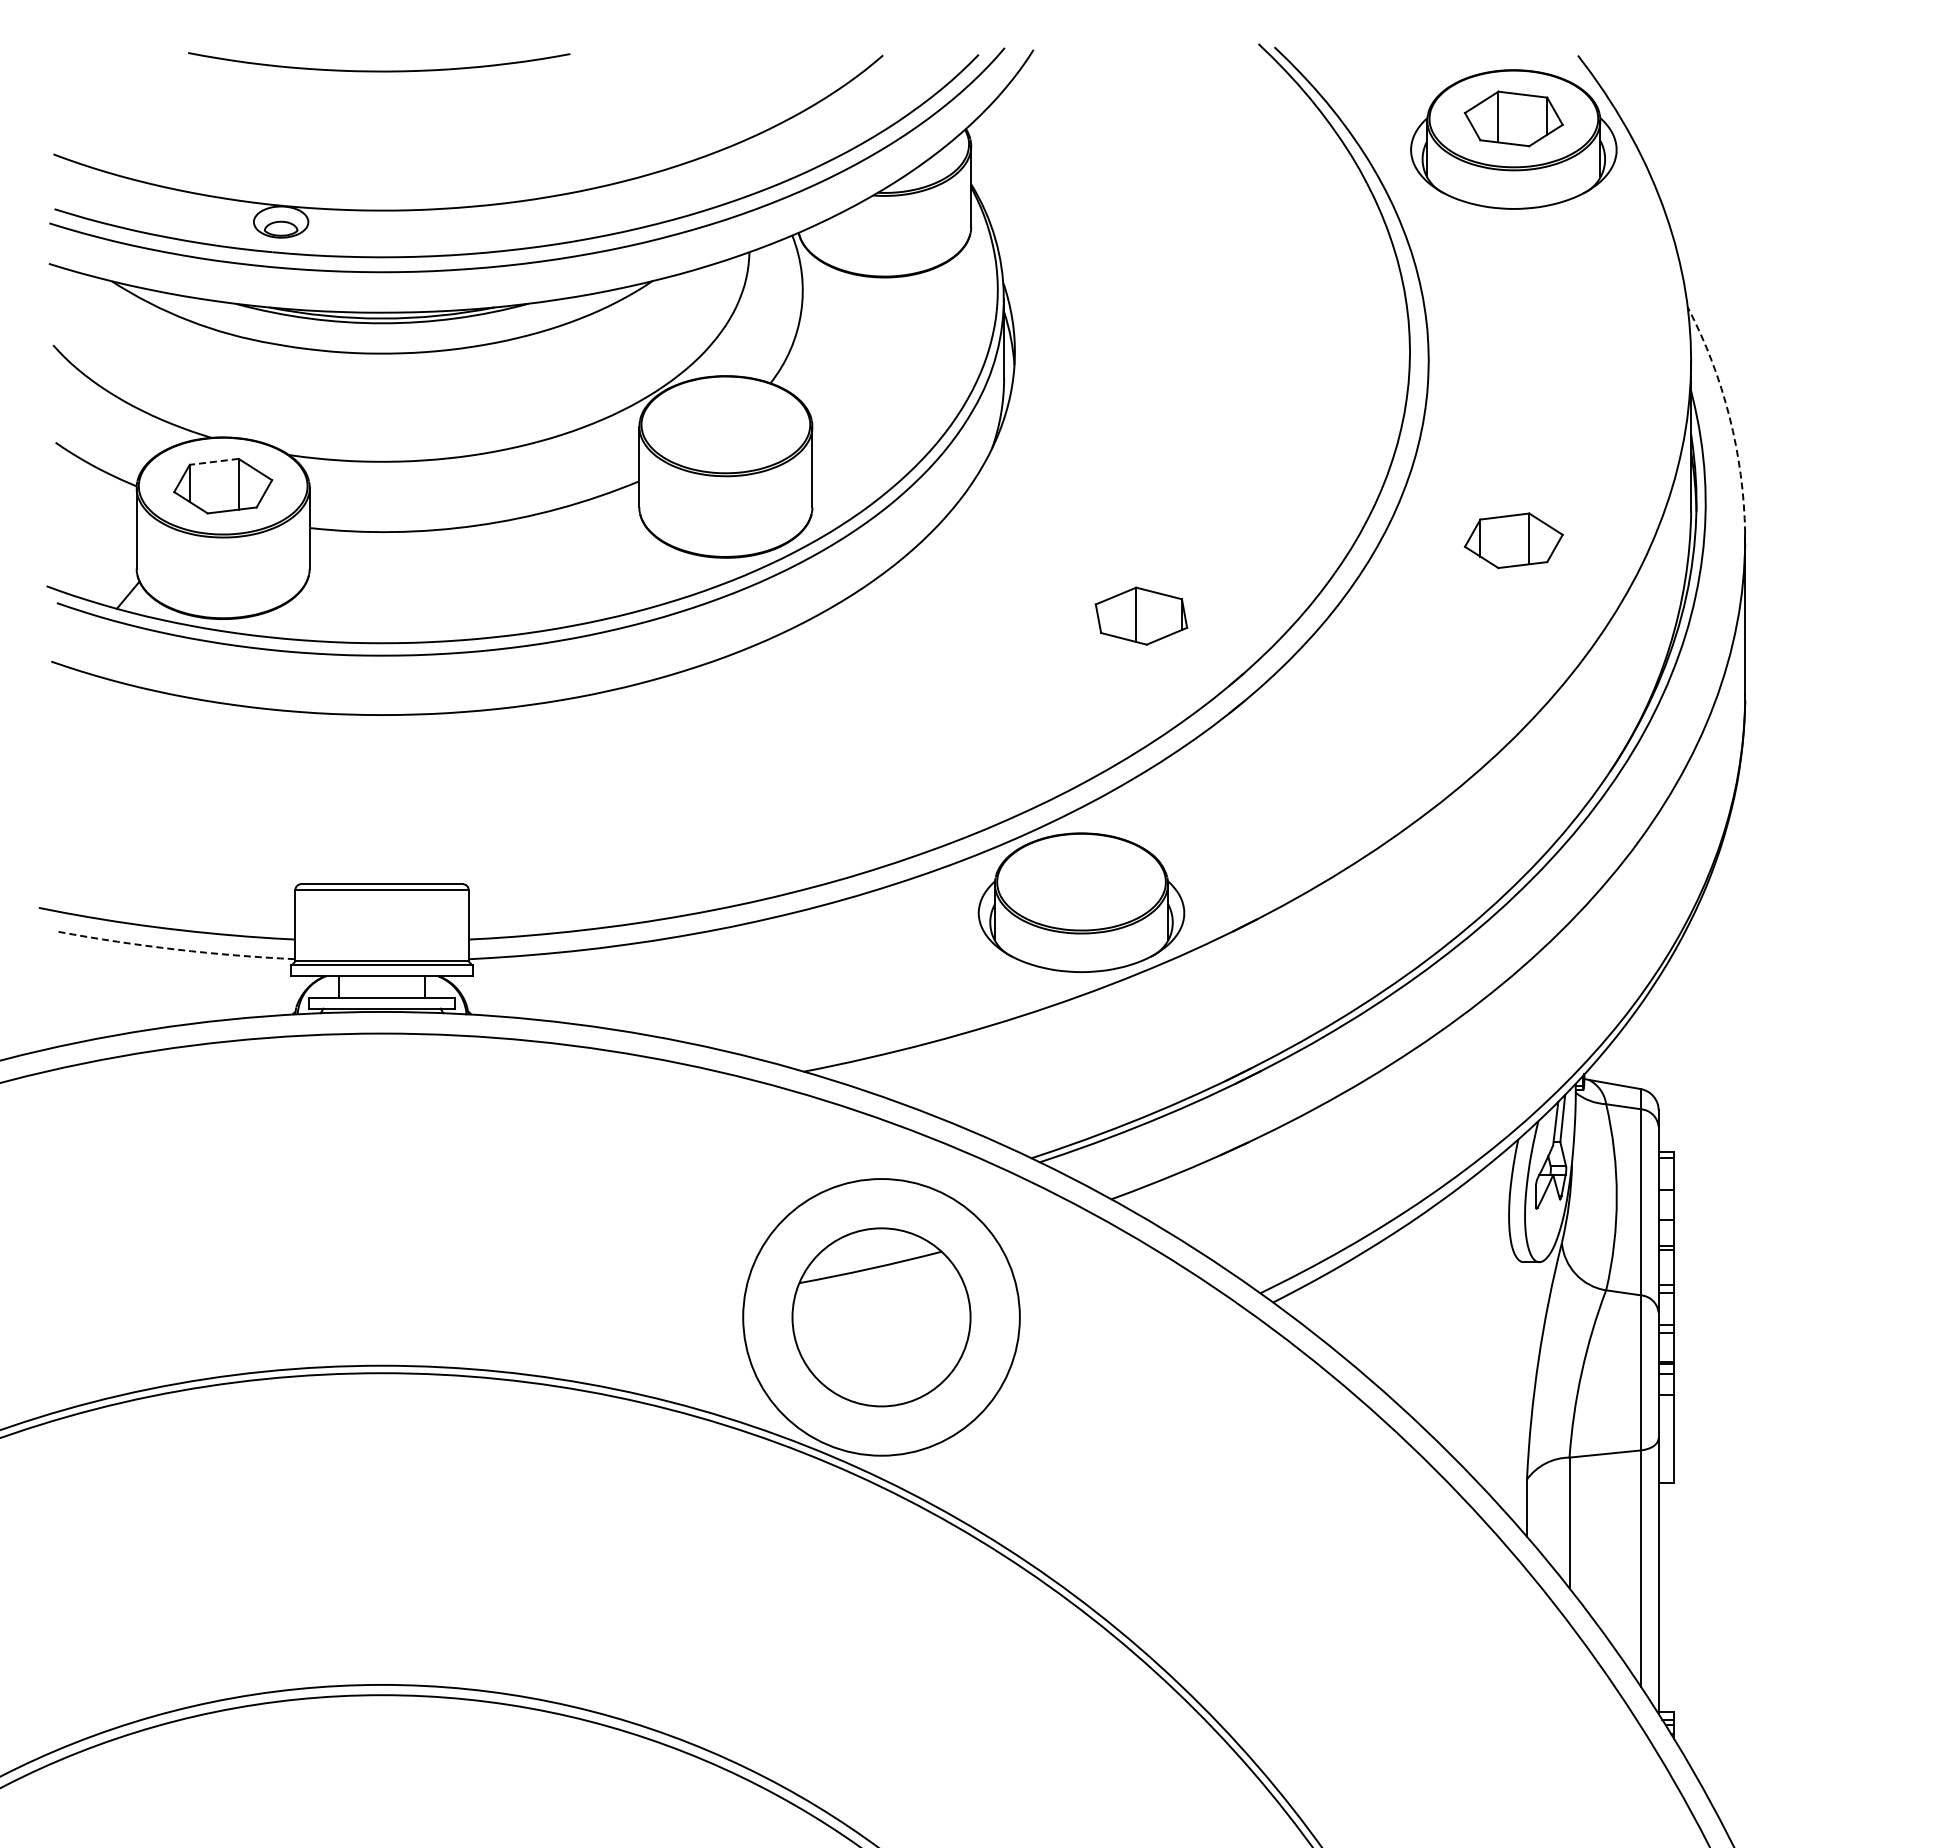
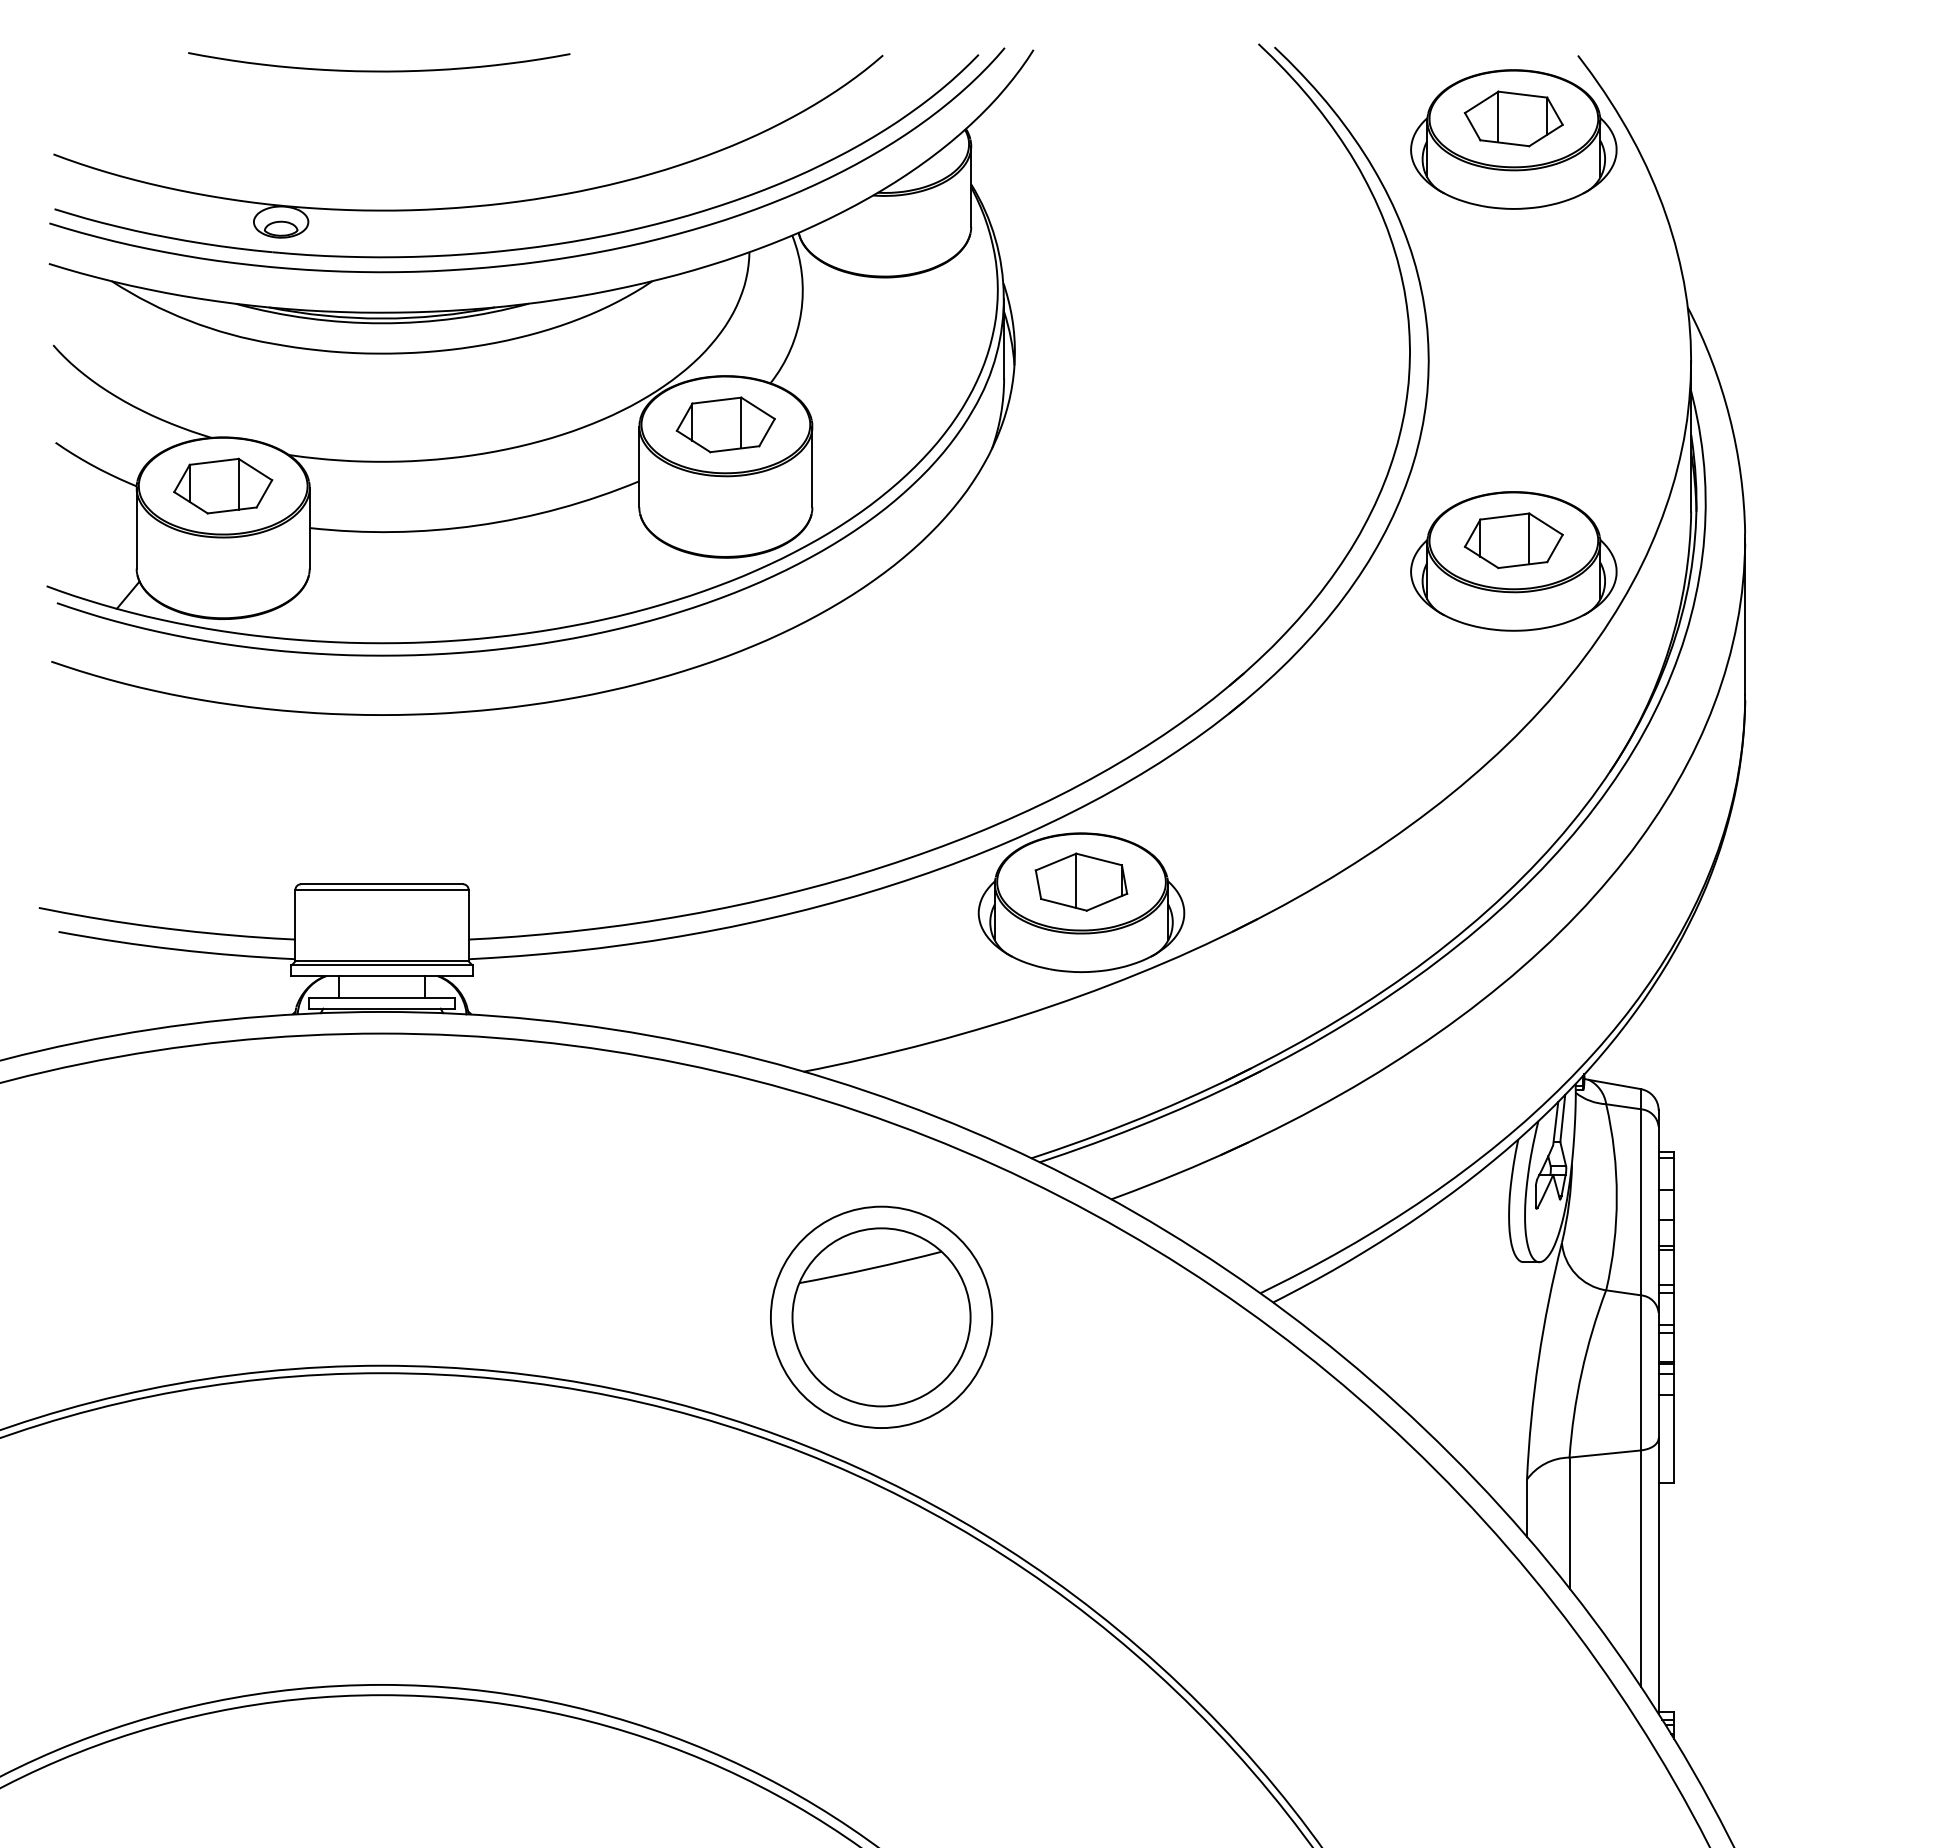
arc at (1729, 416): dashed -> solid
part at (725, 424): none -> present
line at (214, 461): dashed -> solid
part at (1513, 561): none -> present
part at (1141, 615) position: (1141, 615) -> (1081, 881)
arc at (176, 949): dashed -> solid
circle at (881, 1317) diameter: 277 px -> 221 px
